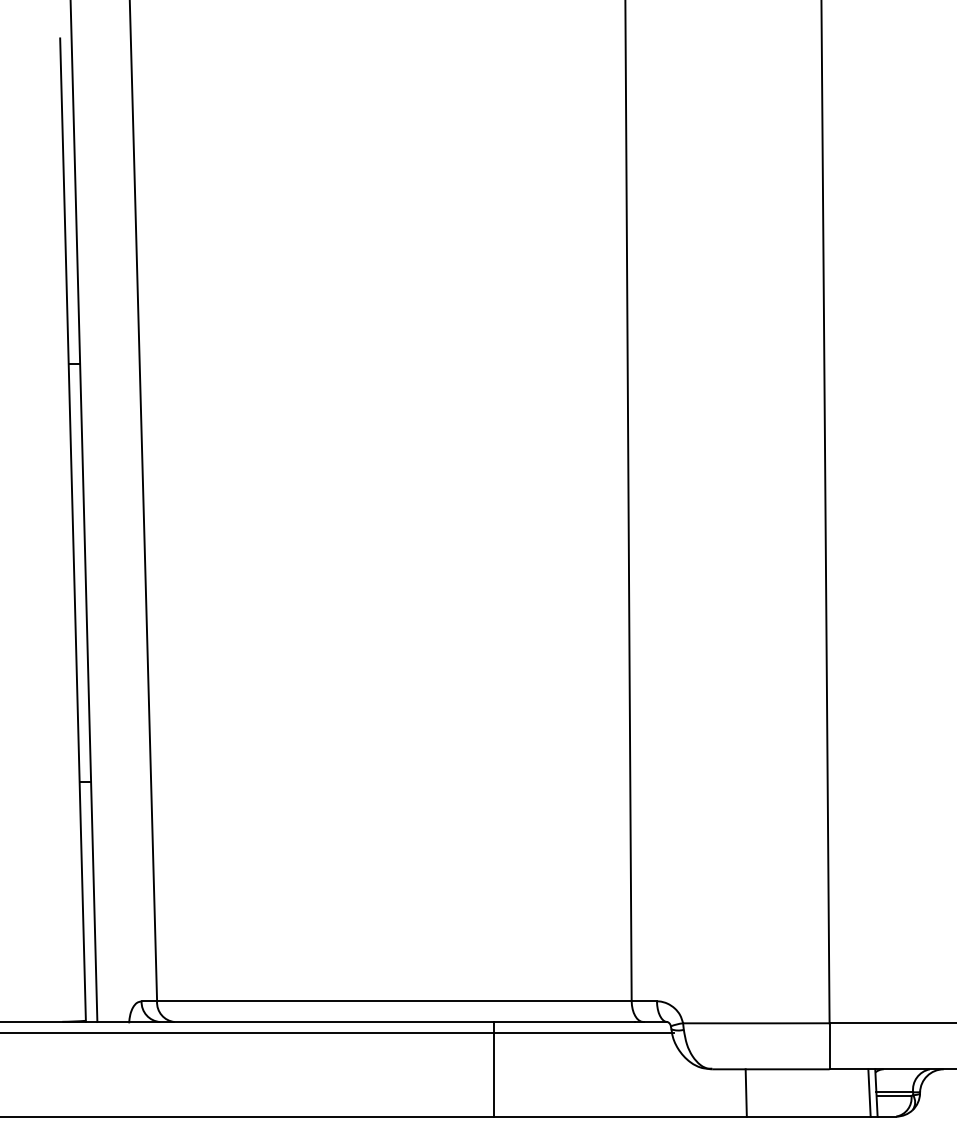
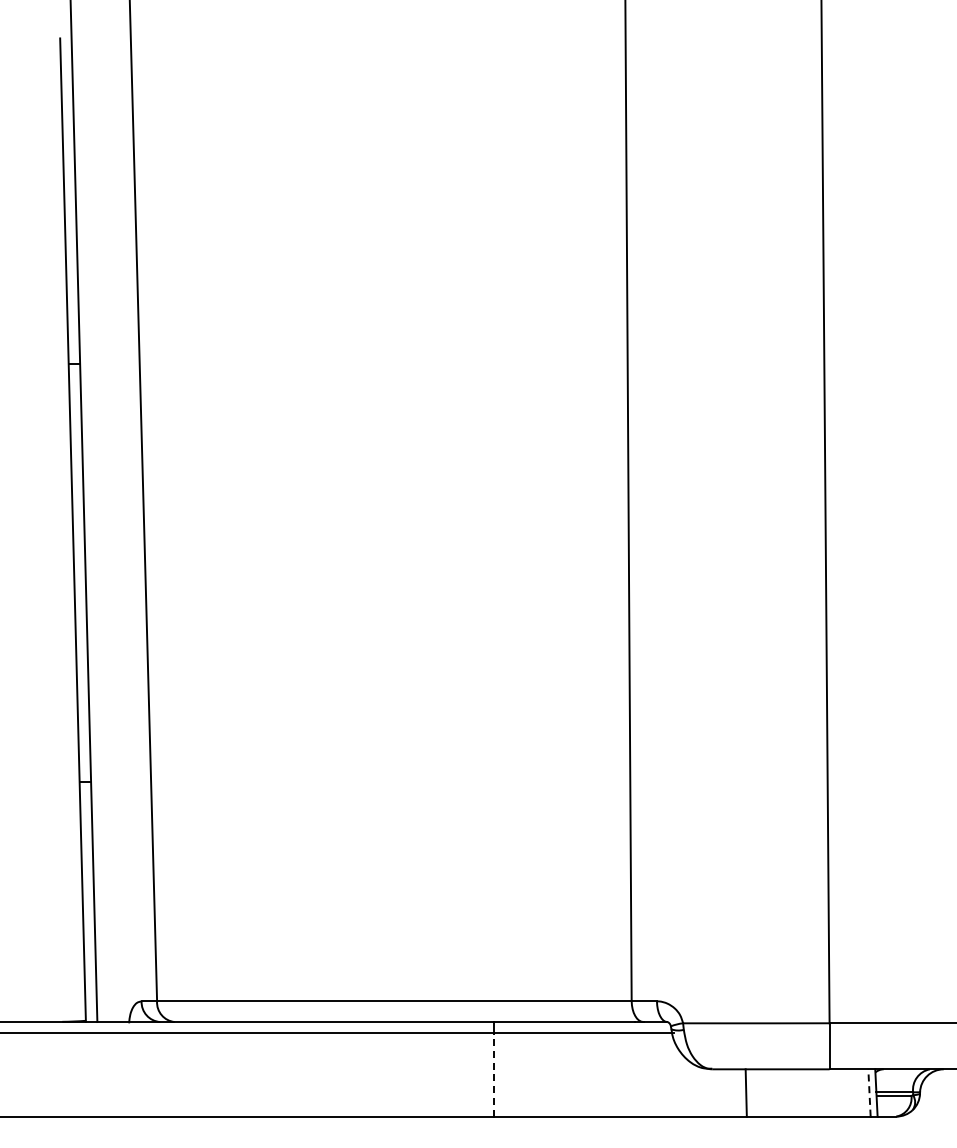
line at (493, 1075): solid -> dashed
line at (869, 1092): solid -> dashed
